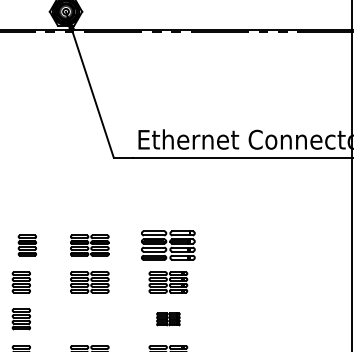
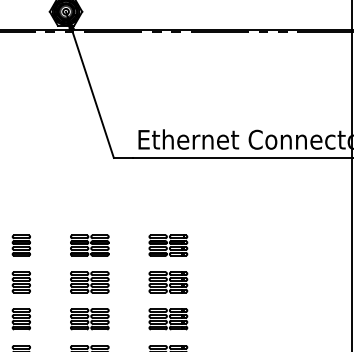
part at (26, 245) position: (26, 245) -> (20, 245)
part at (168, 245) size: 55x31 px -> 41x23 px
part at (89, 319): none -> present
part at (168, 319) size: 25x15 px -> 41x23 px
